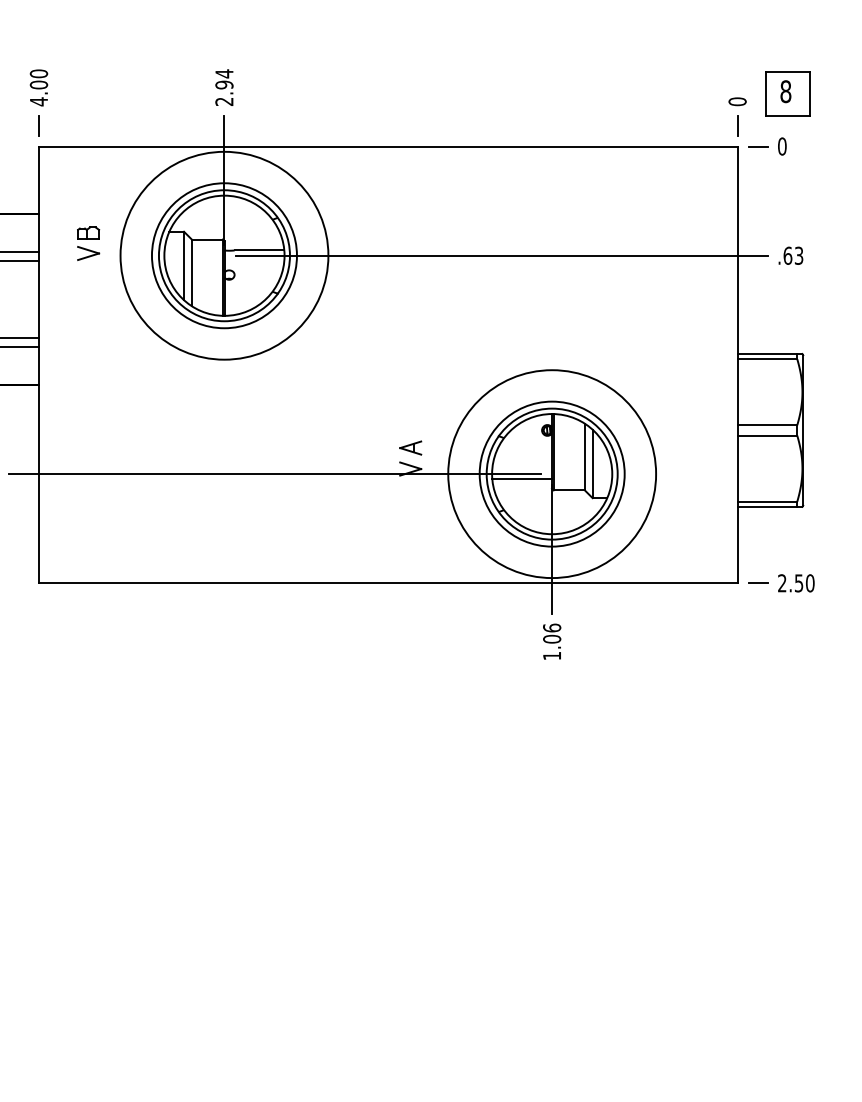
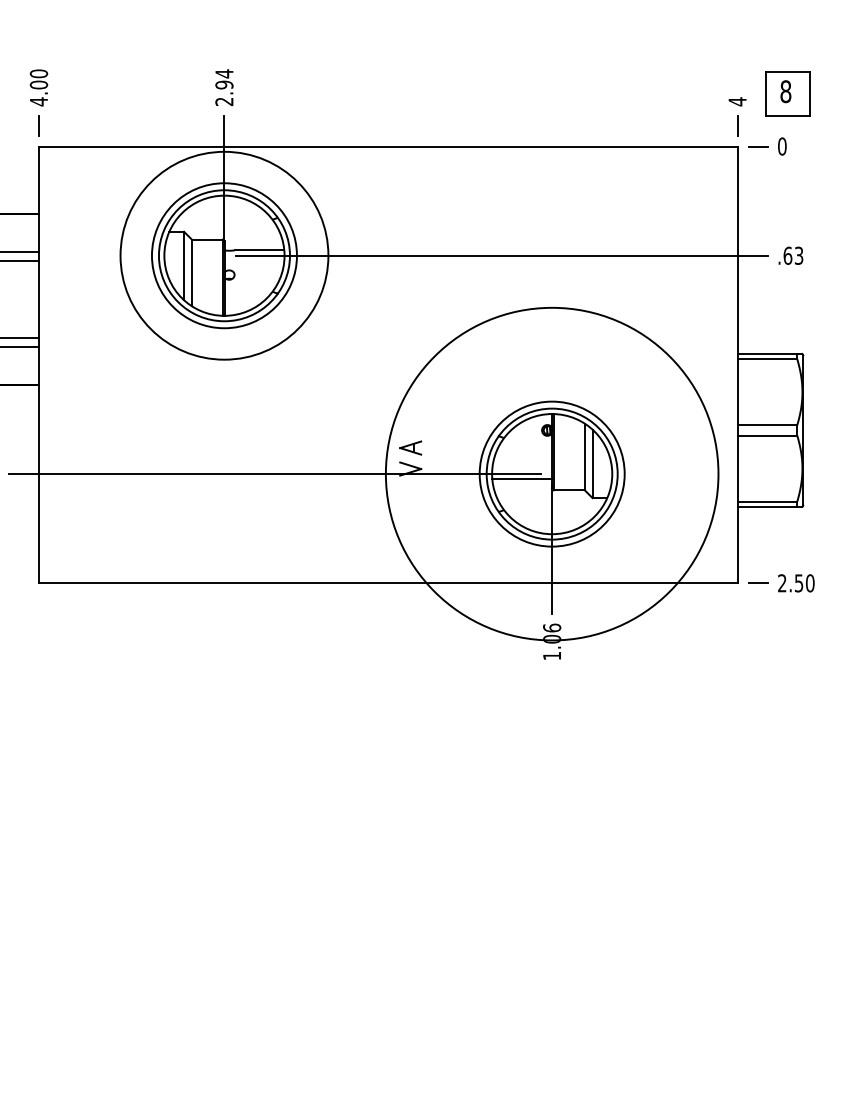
text at (737, 101): 0 -> 4
part at (88, 243): present -> none
circle at (552, 474) diameter: 208 px -> 333 px
